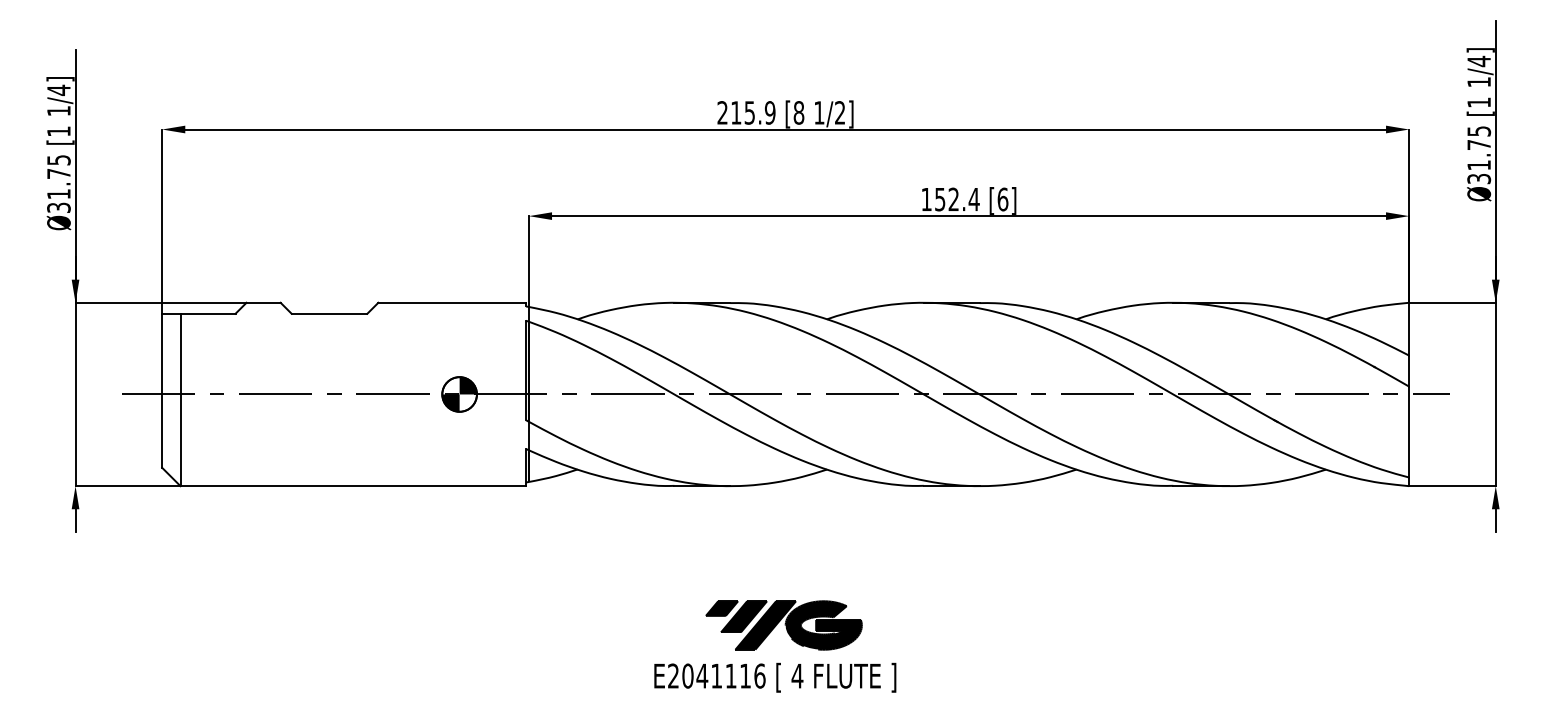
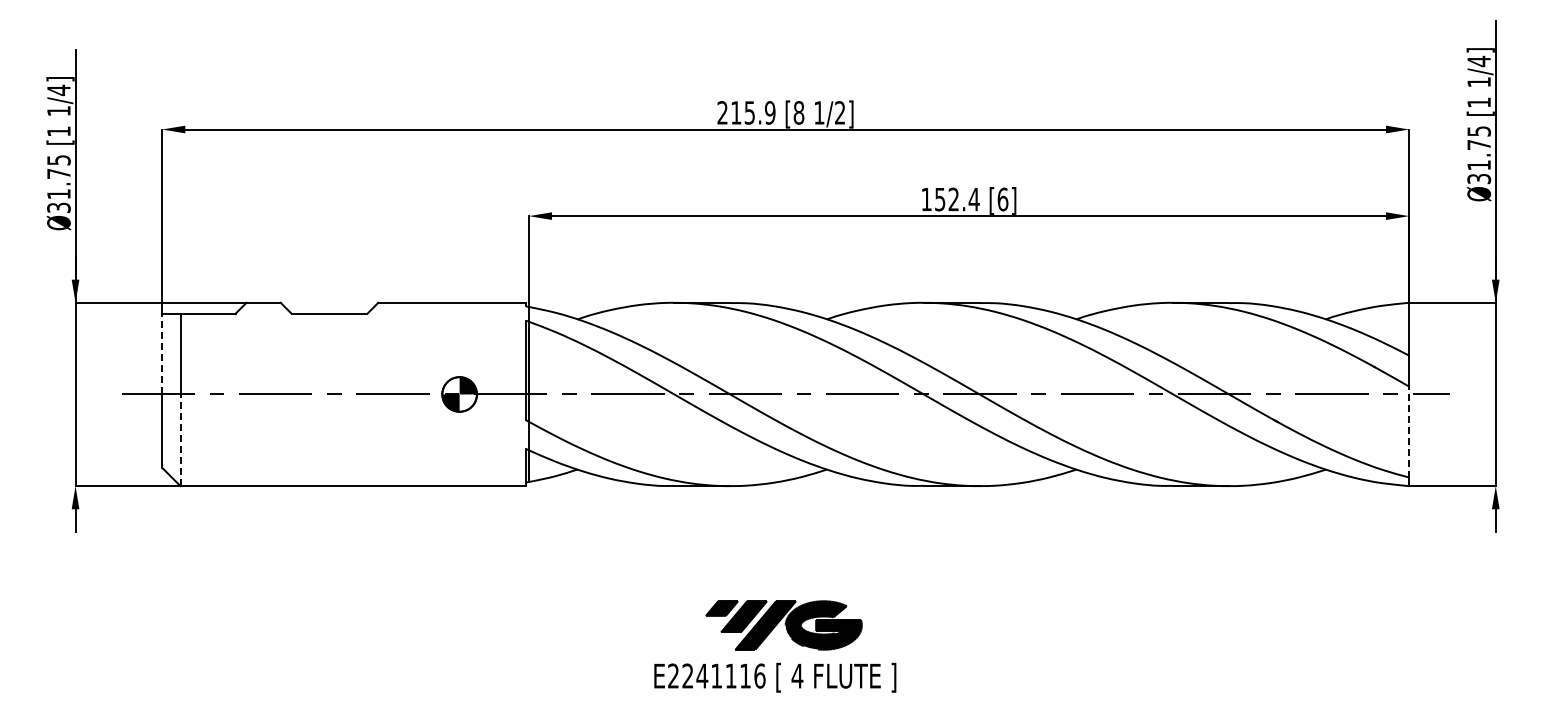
line at (162, 353): solid -> dashed
line at (1409, 431): solid -> dashed
line at (180, 440): solid -> dashed
text at (687, 675): E2041116 -> E2241116
